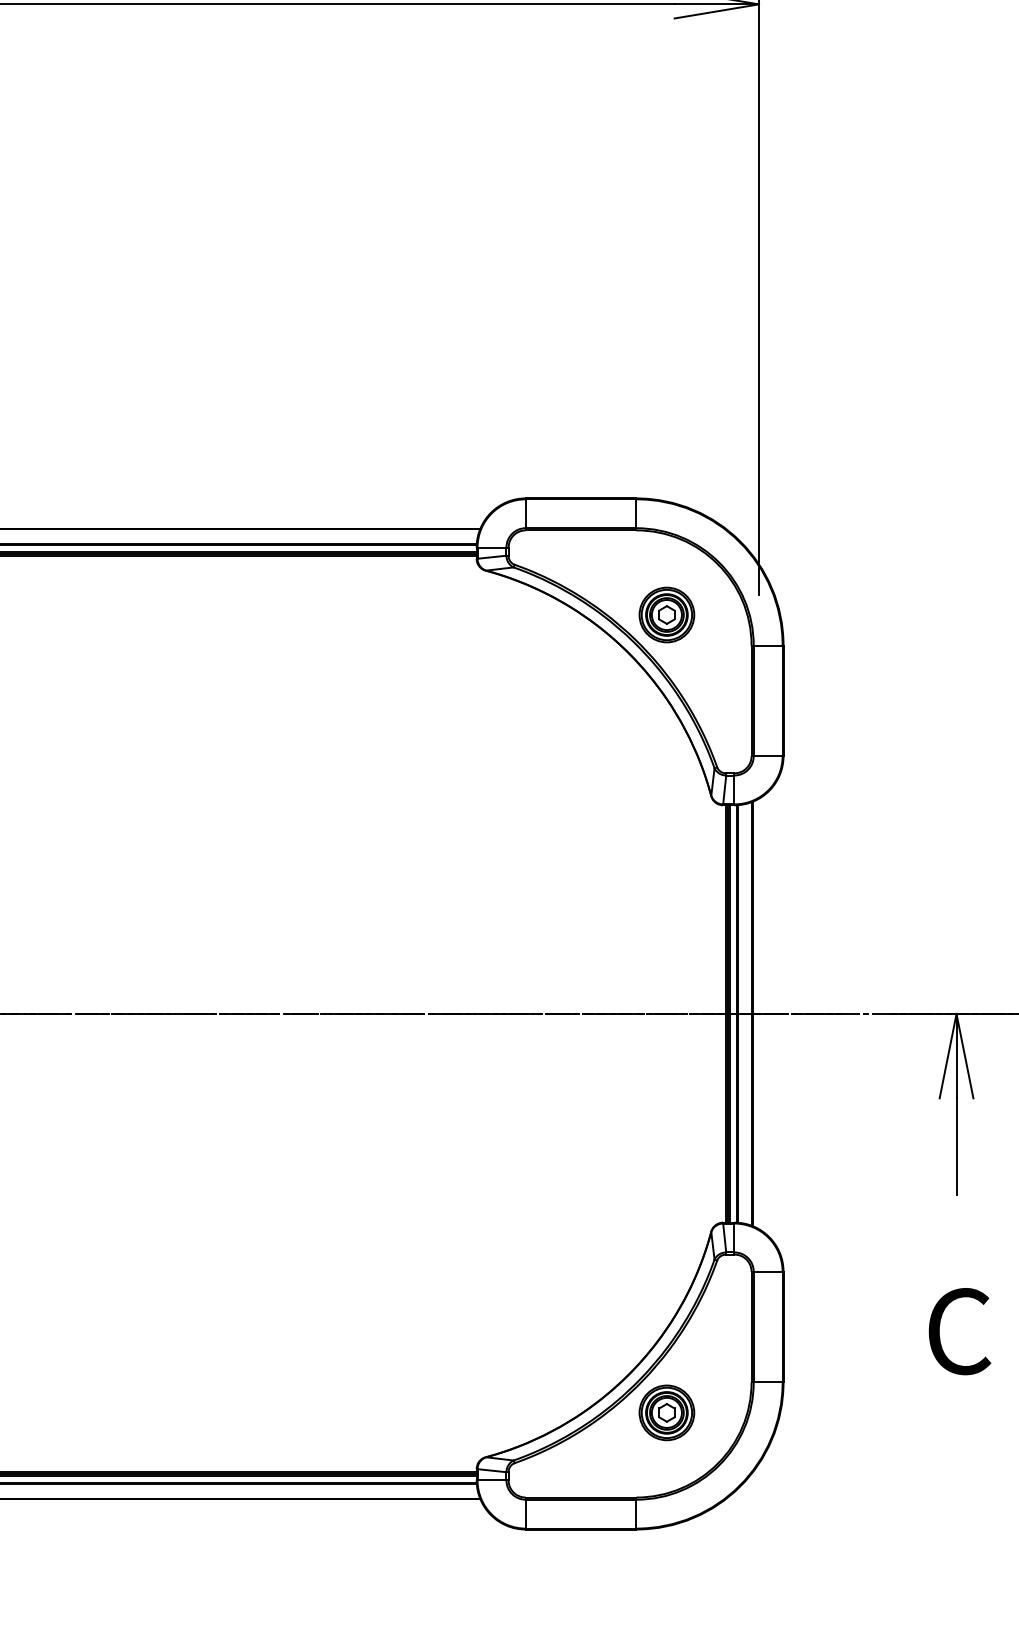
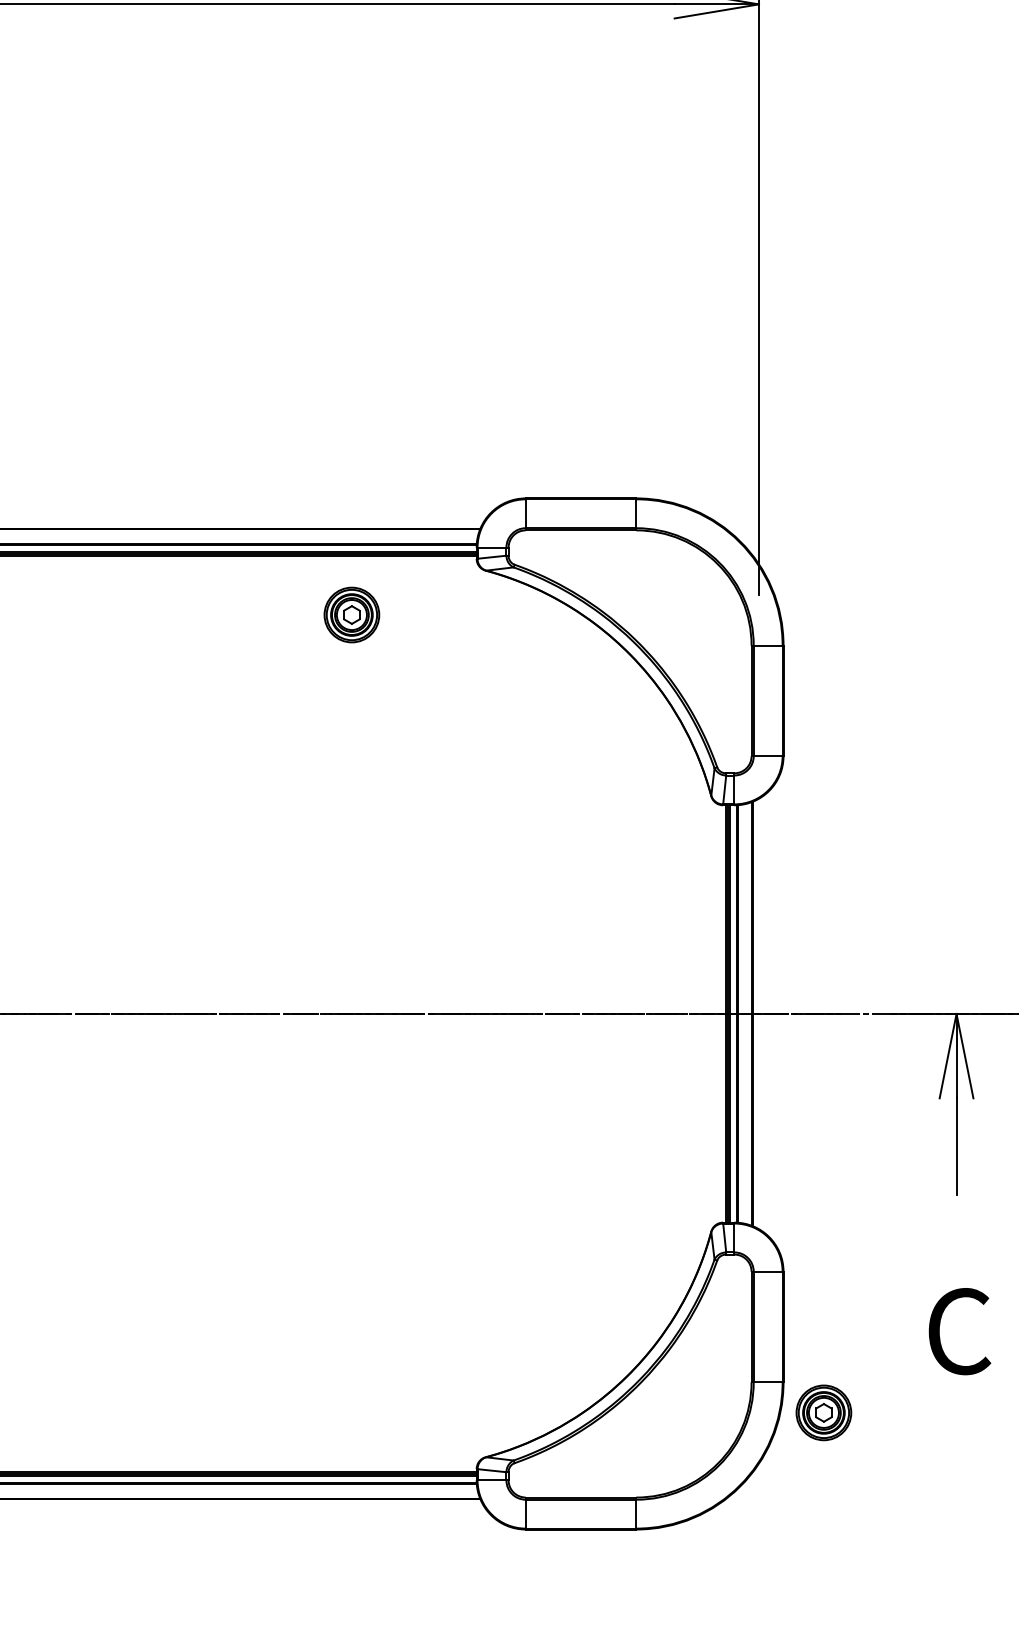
part at (666, 614) position: (666, 614) -> (351, 614)
part at (666, 1412) position: (666, 1412) -> (823, 1412)
